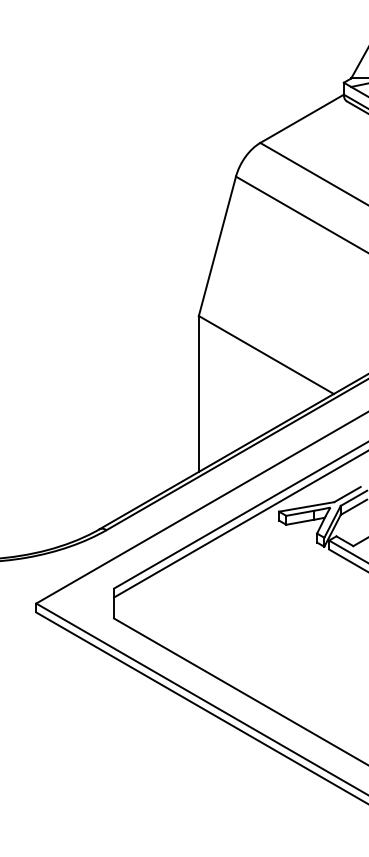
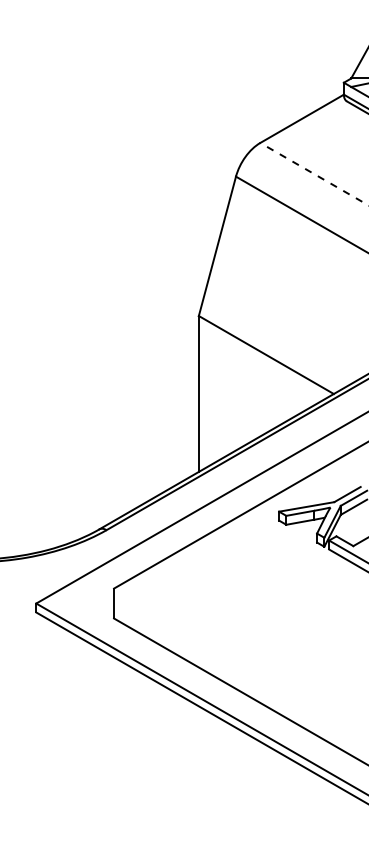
line at (313, 173): solid -> dashed
line at (239, 524): present -> none
